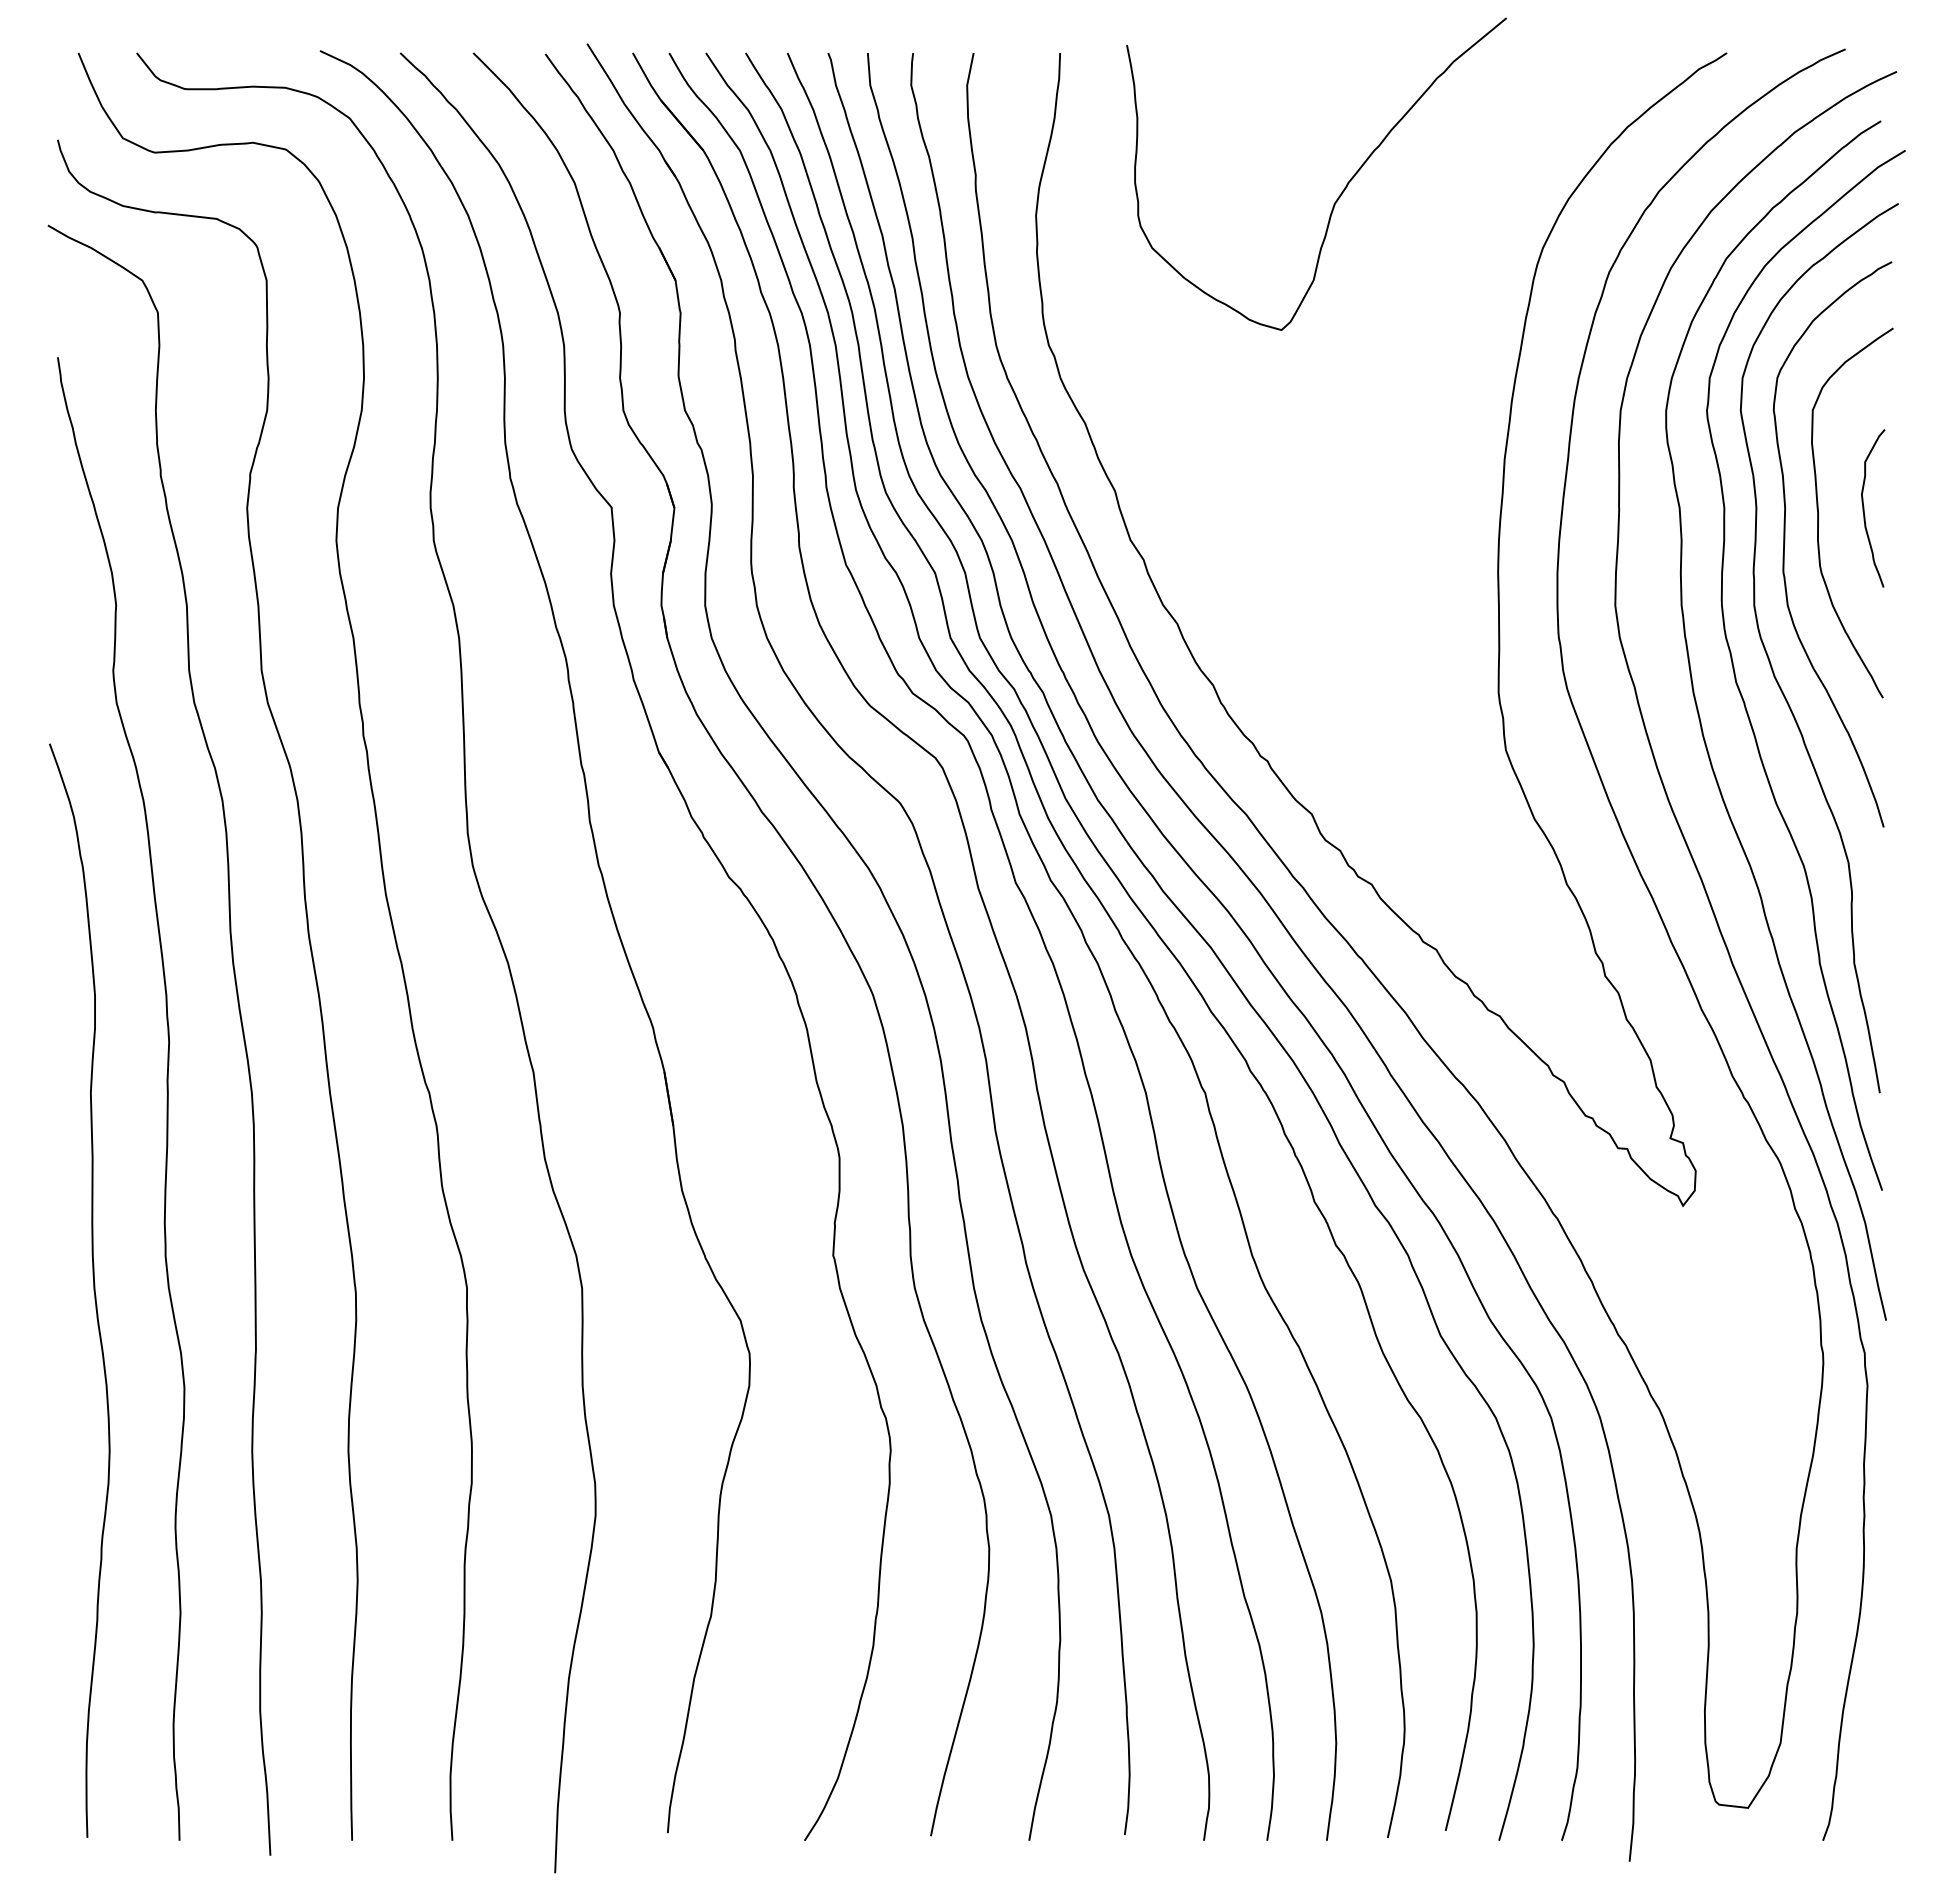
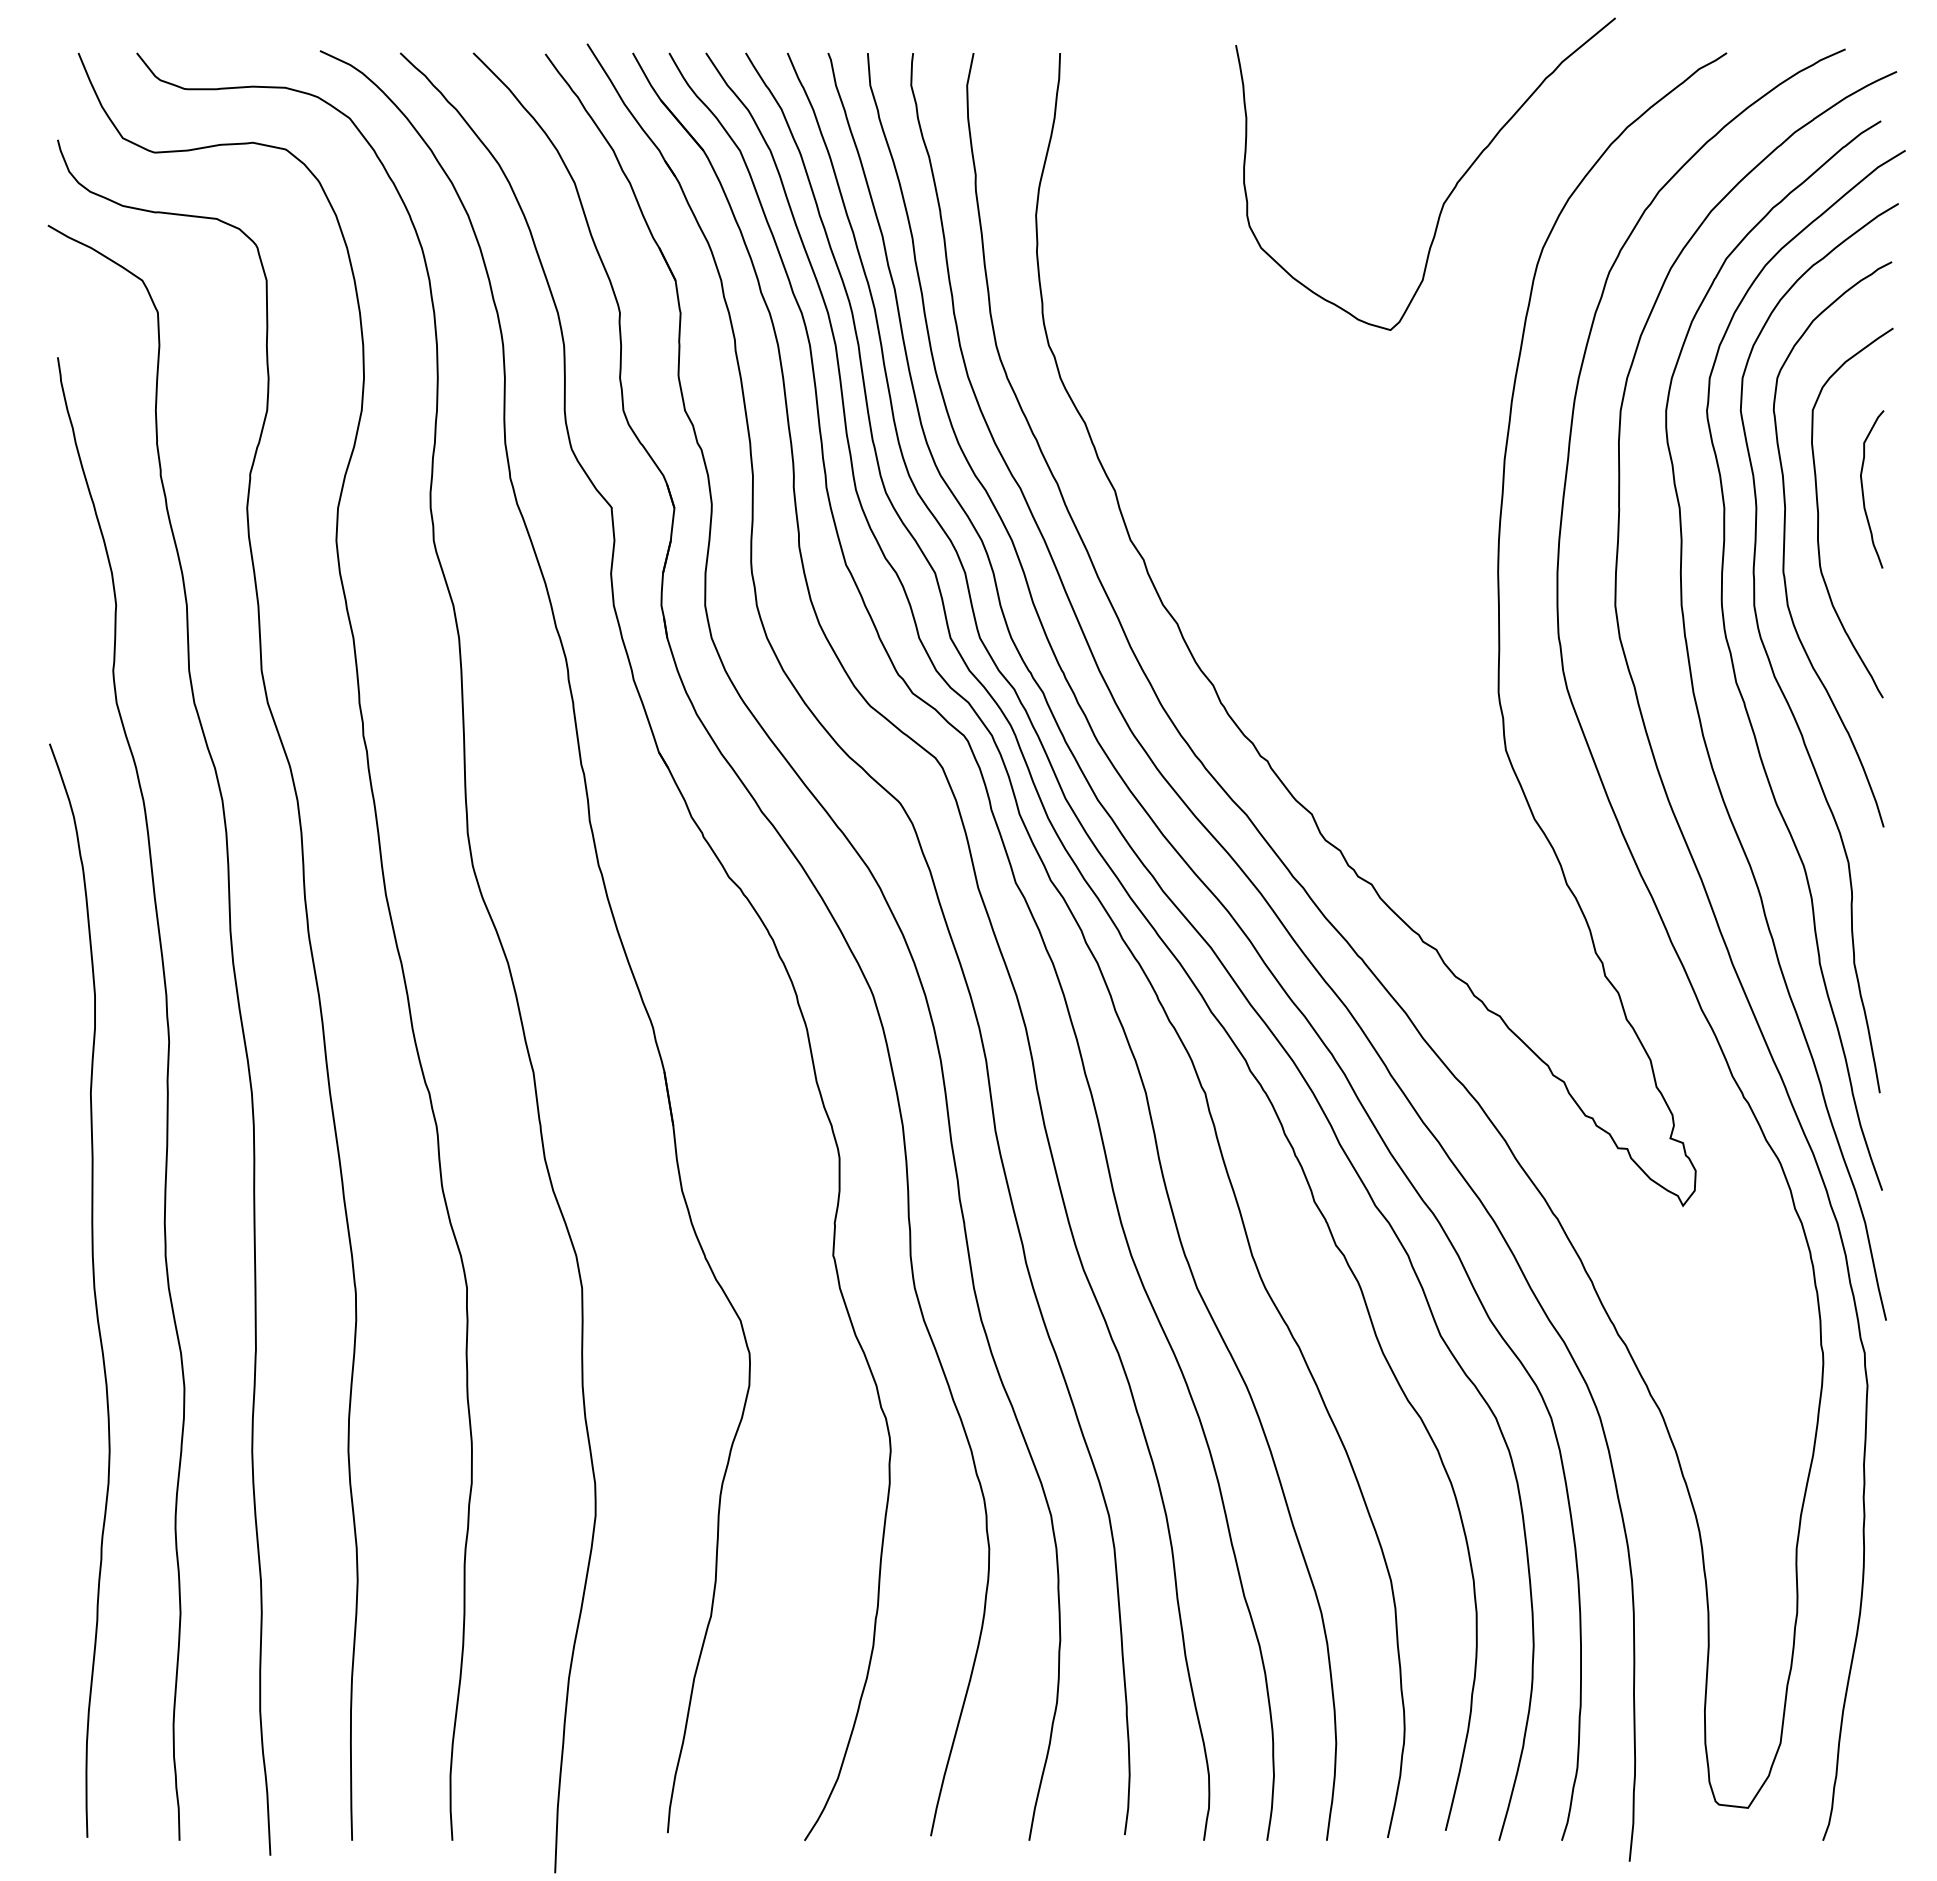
curve at (1342, 190) position: (1342, 190) -> (1451, 190)
curve at (1864, 508) position: (1864, 508) -> (1863, 489)
